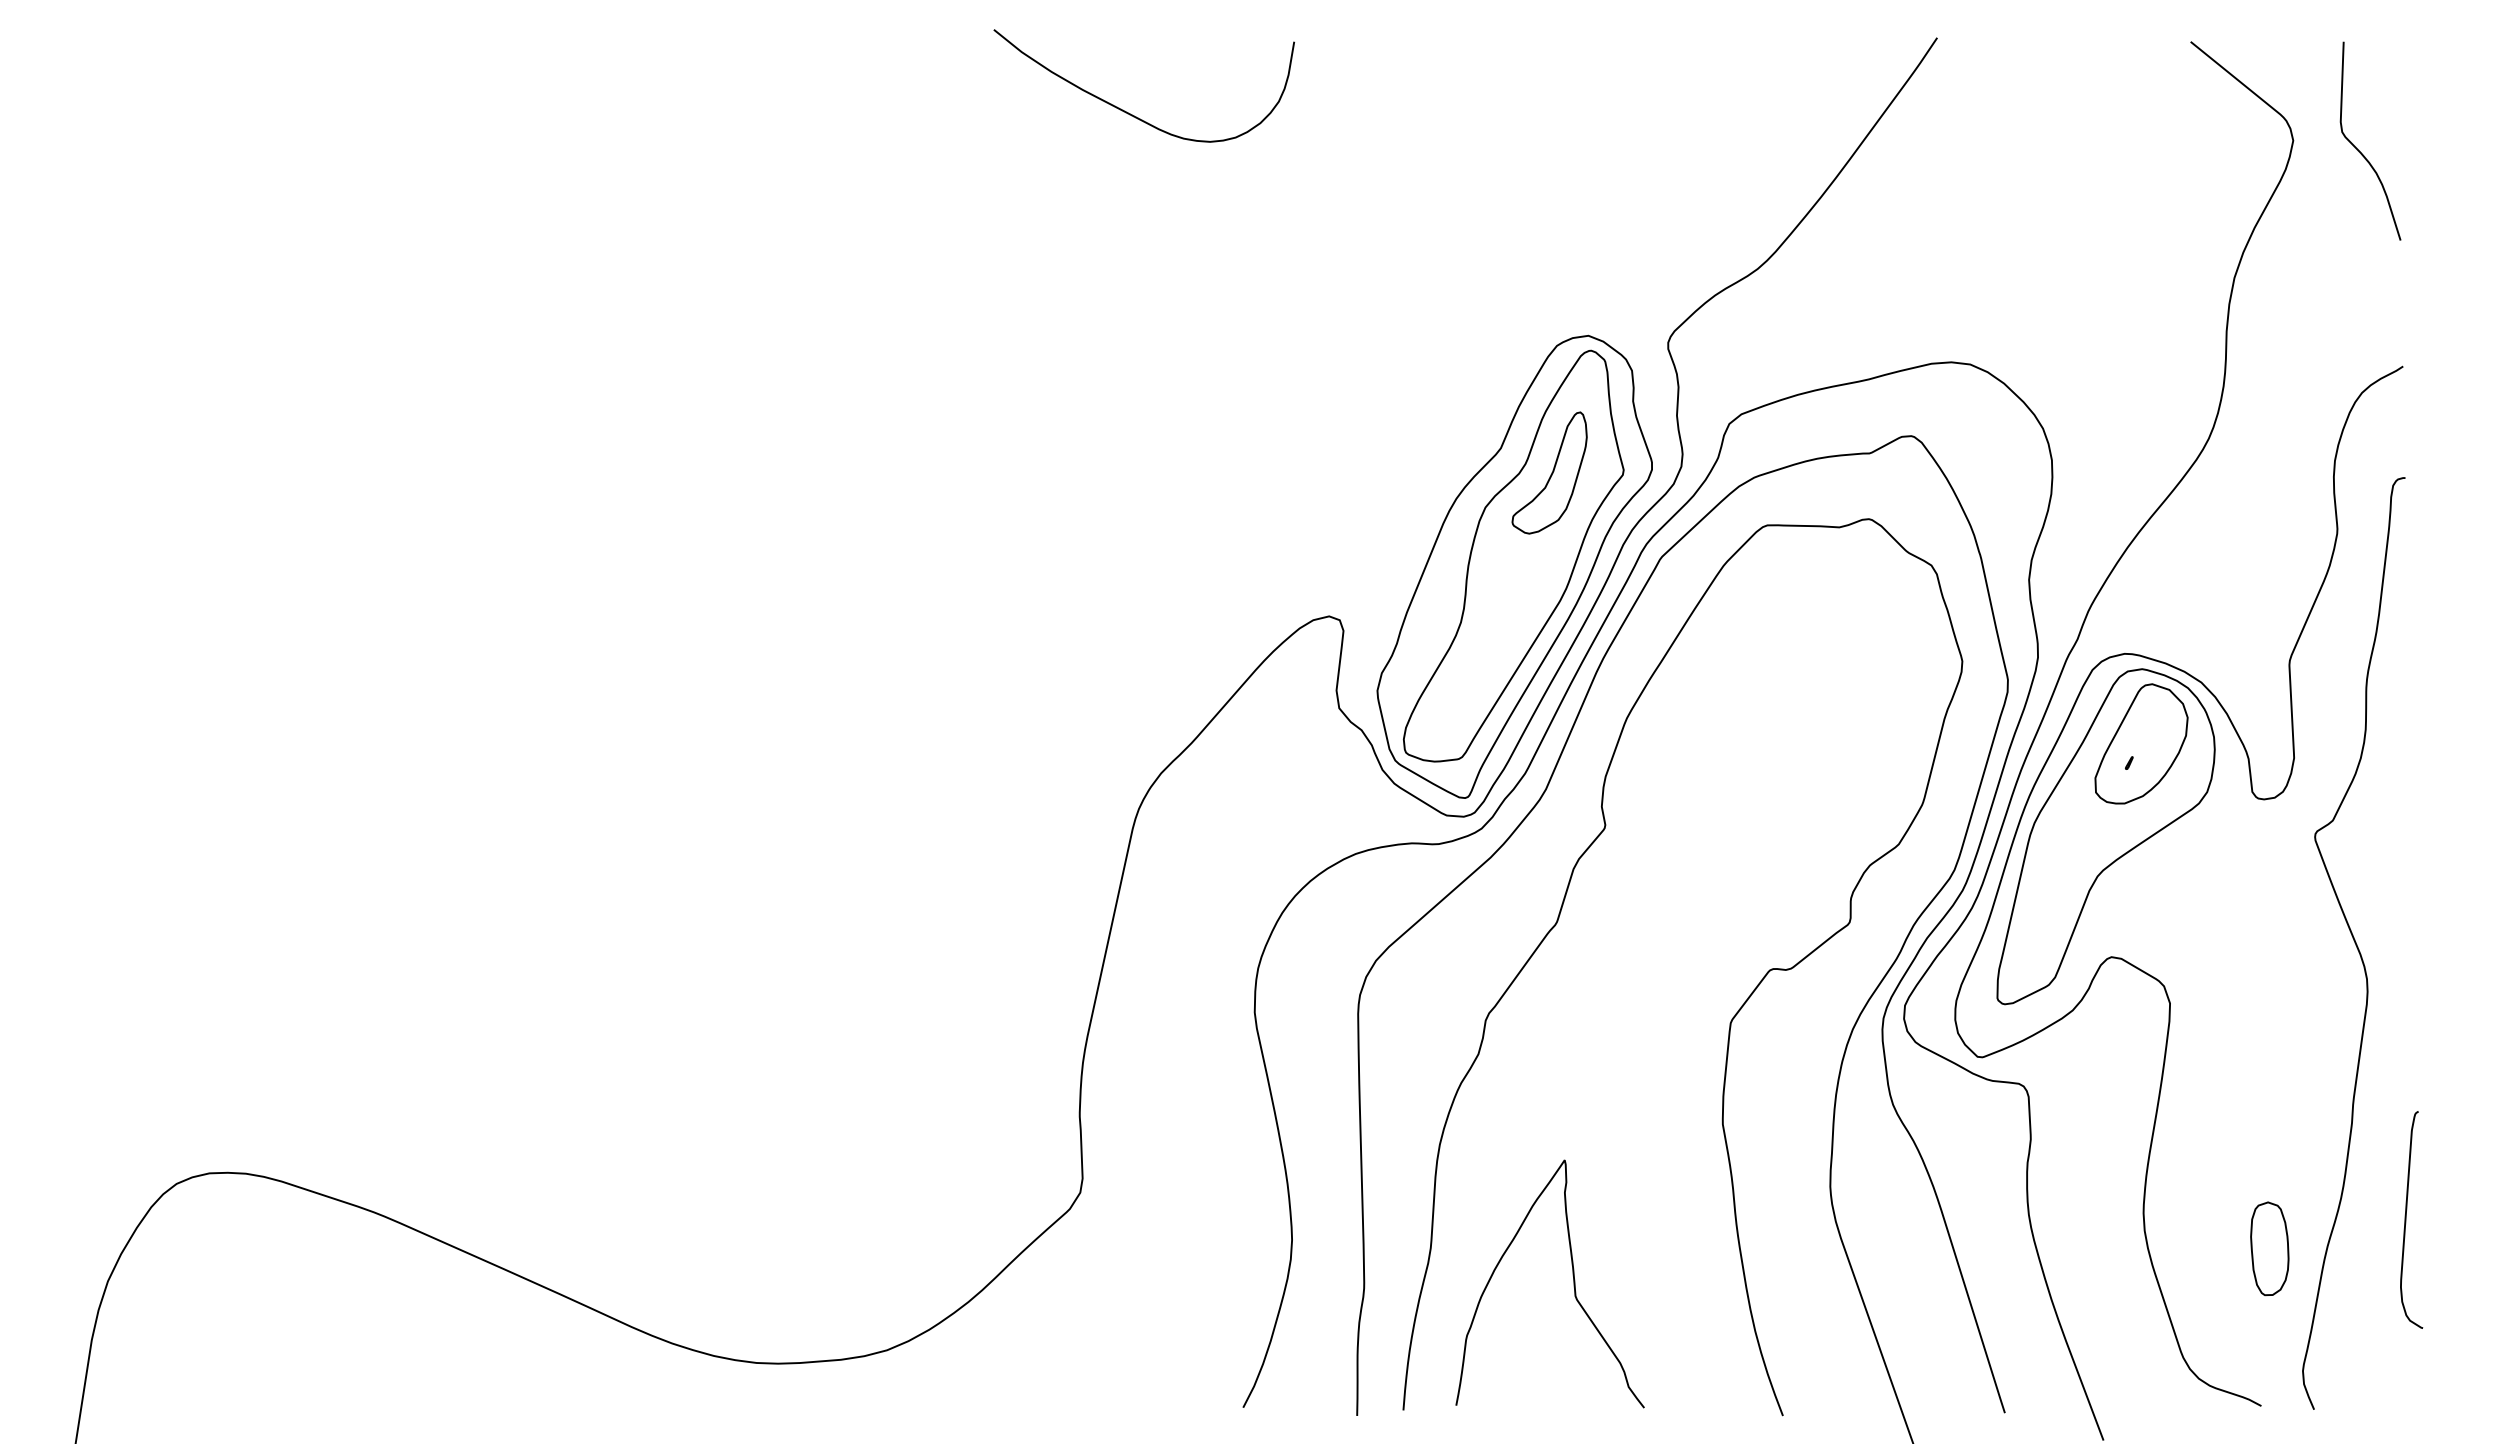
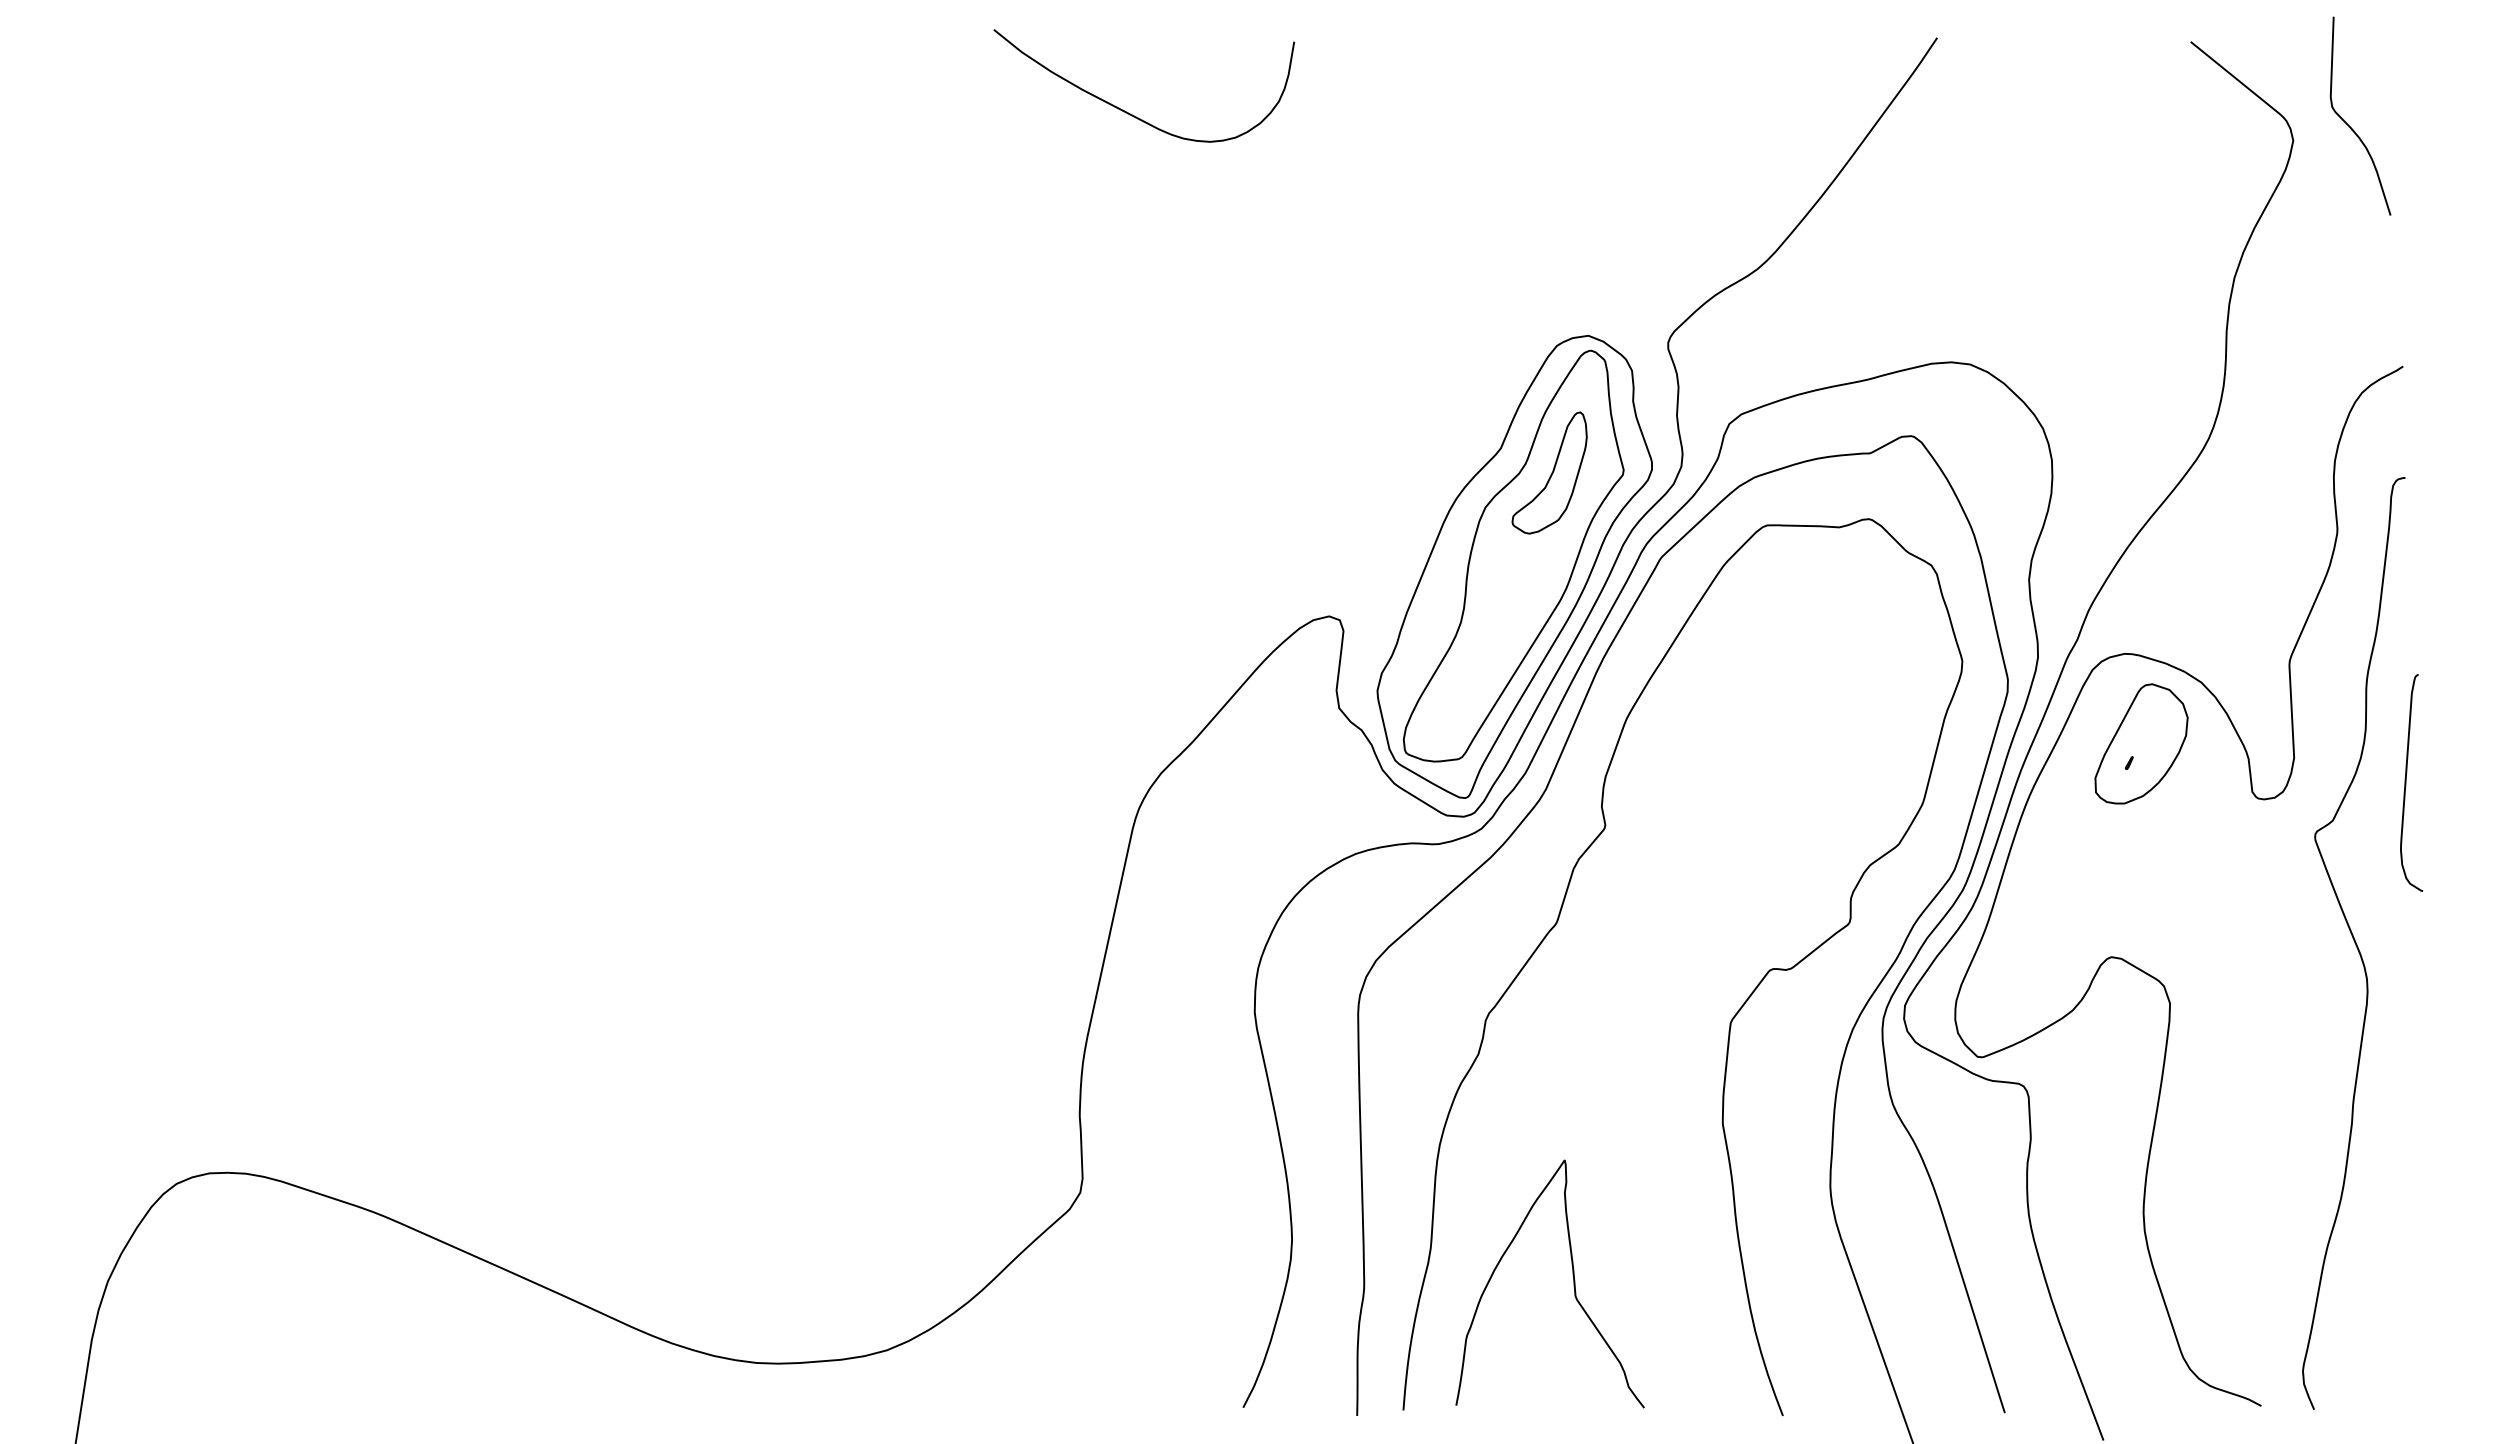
curve at (2359, 150) position: (2359, 150) -> (2349, 125)
part at (2105, 836): present -> none
curve at (2406, 1219) position: (2406, 1219) -> (2406, 782)
part at (2269, 1248): present -> none
